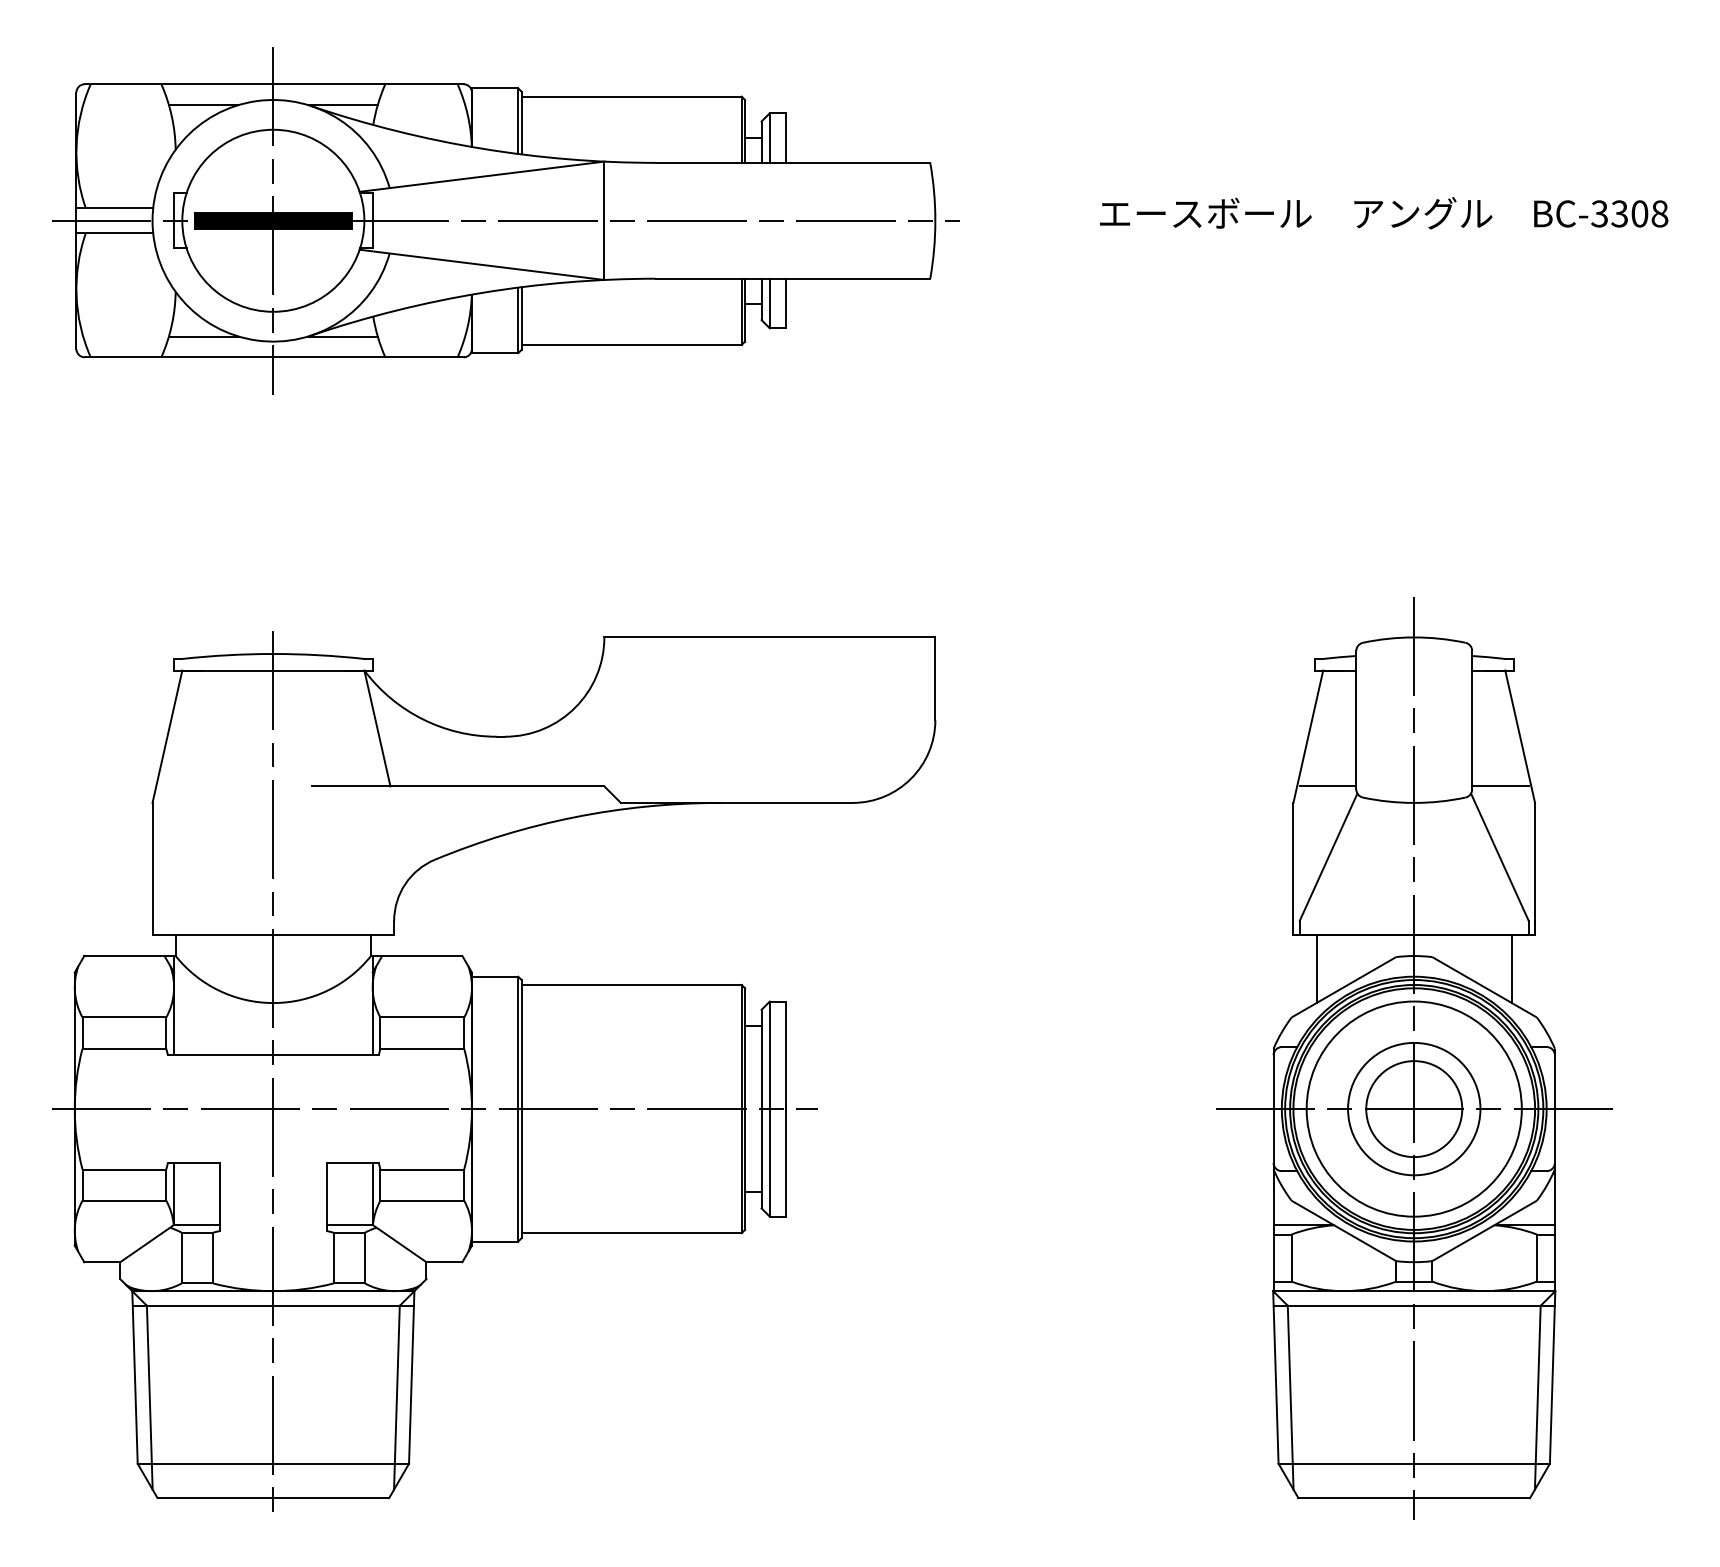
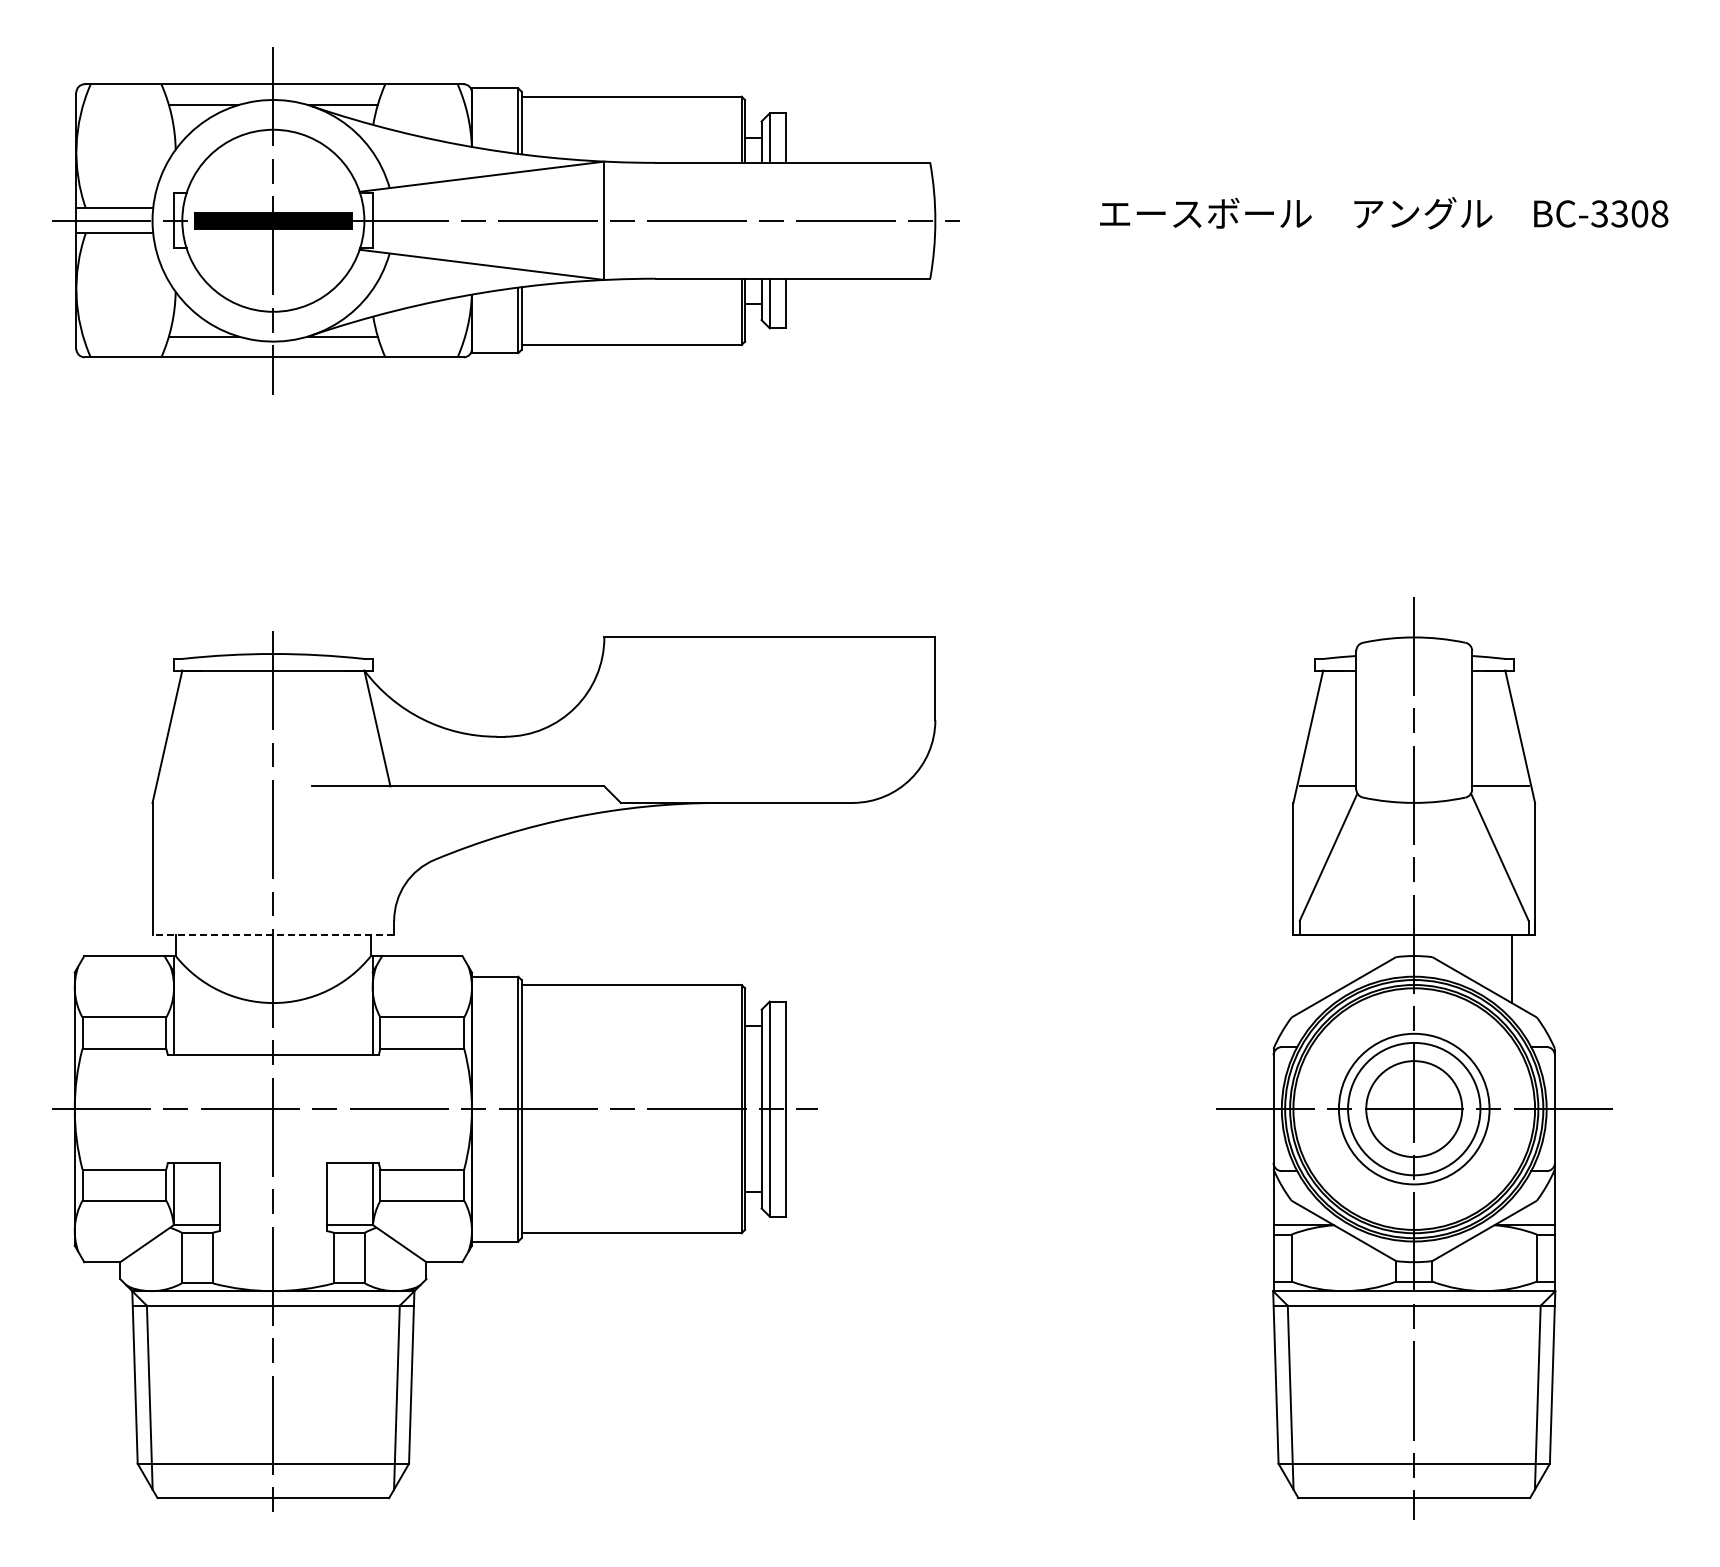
line at (273, 935): solid -> dashed
line at (1316, 969): present -> none
circle at (1413, 1108) diameter: 215 px -> 151 px
